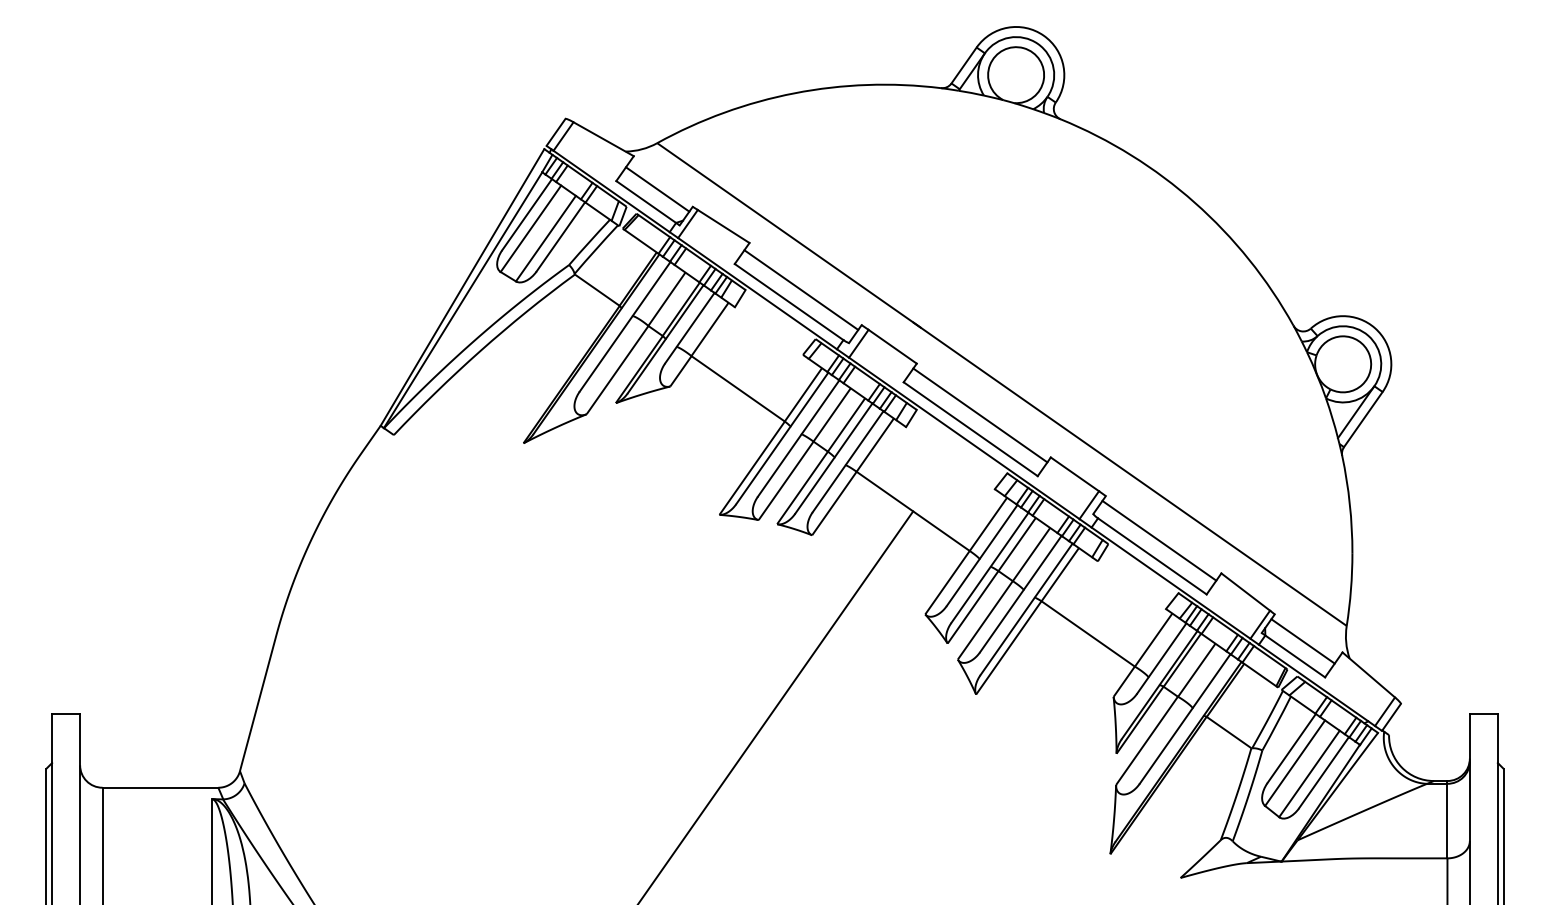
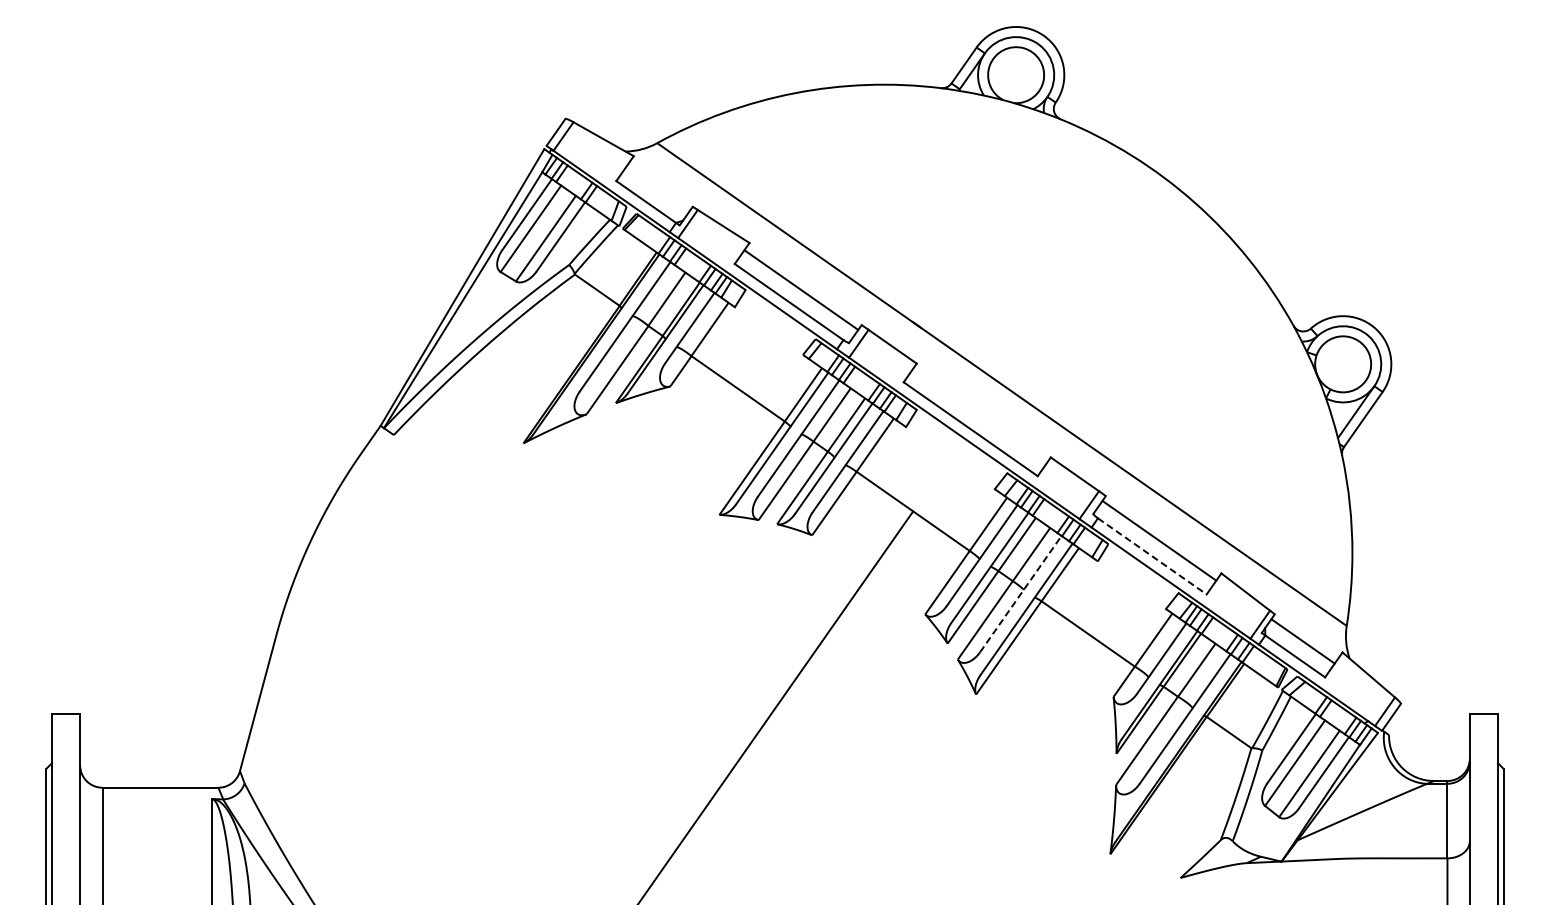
line at (657, 189): present -> none
line at (980, 415): present -> none
line at (1152, 556): solid -> dashed
line at (1020, 594): solid -> dashed
